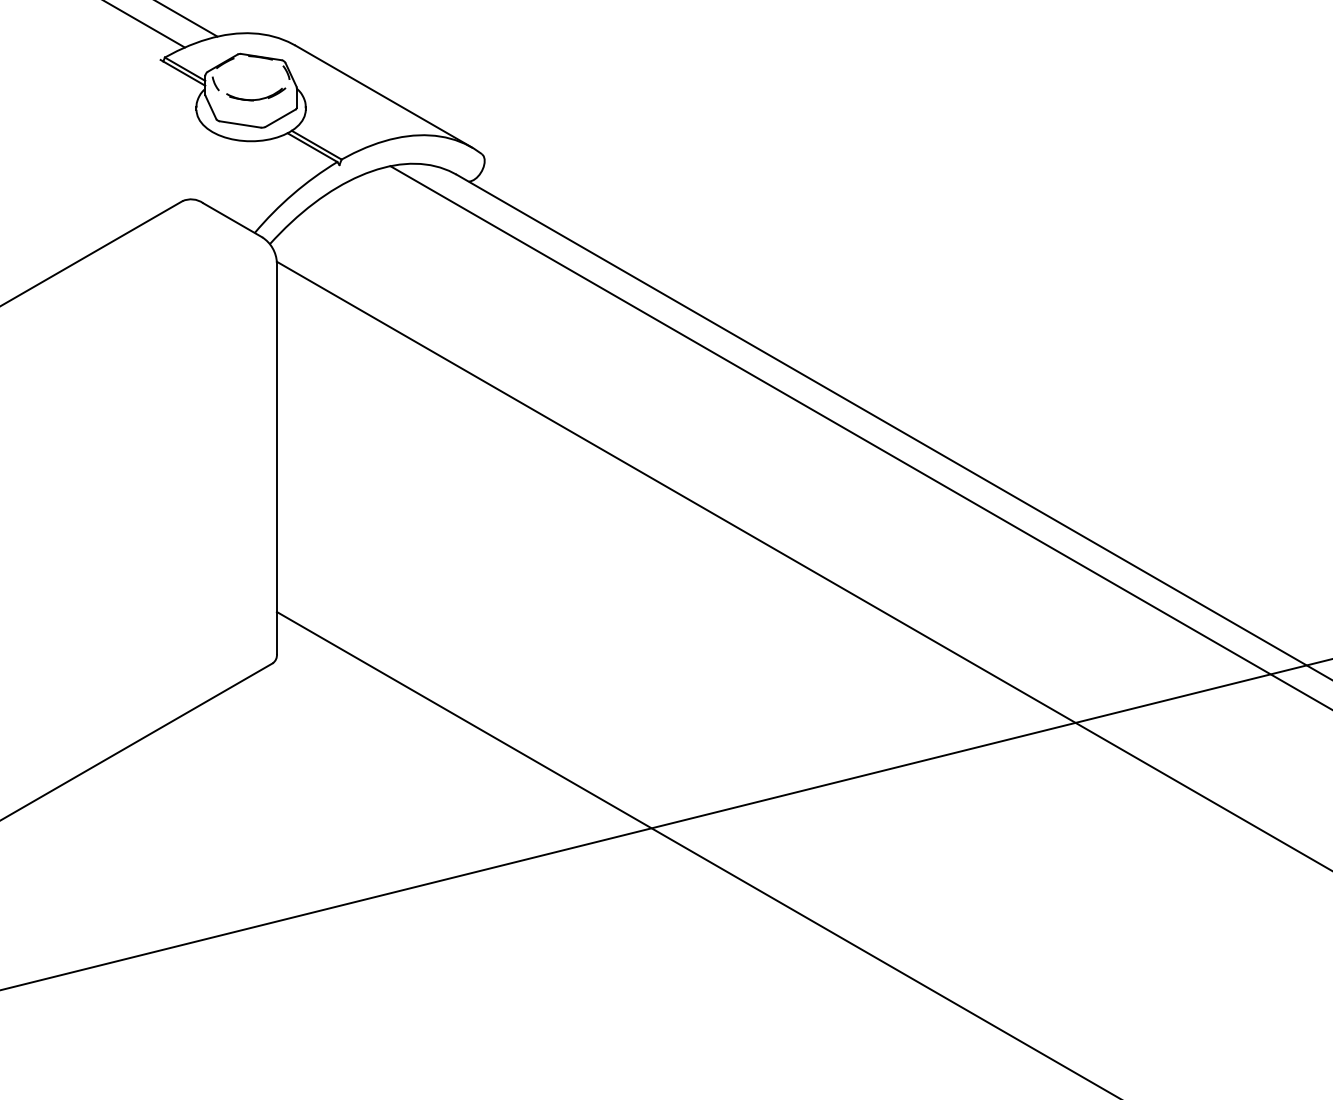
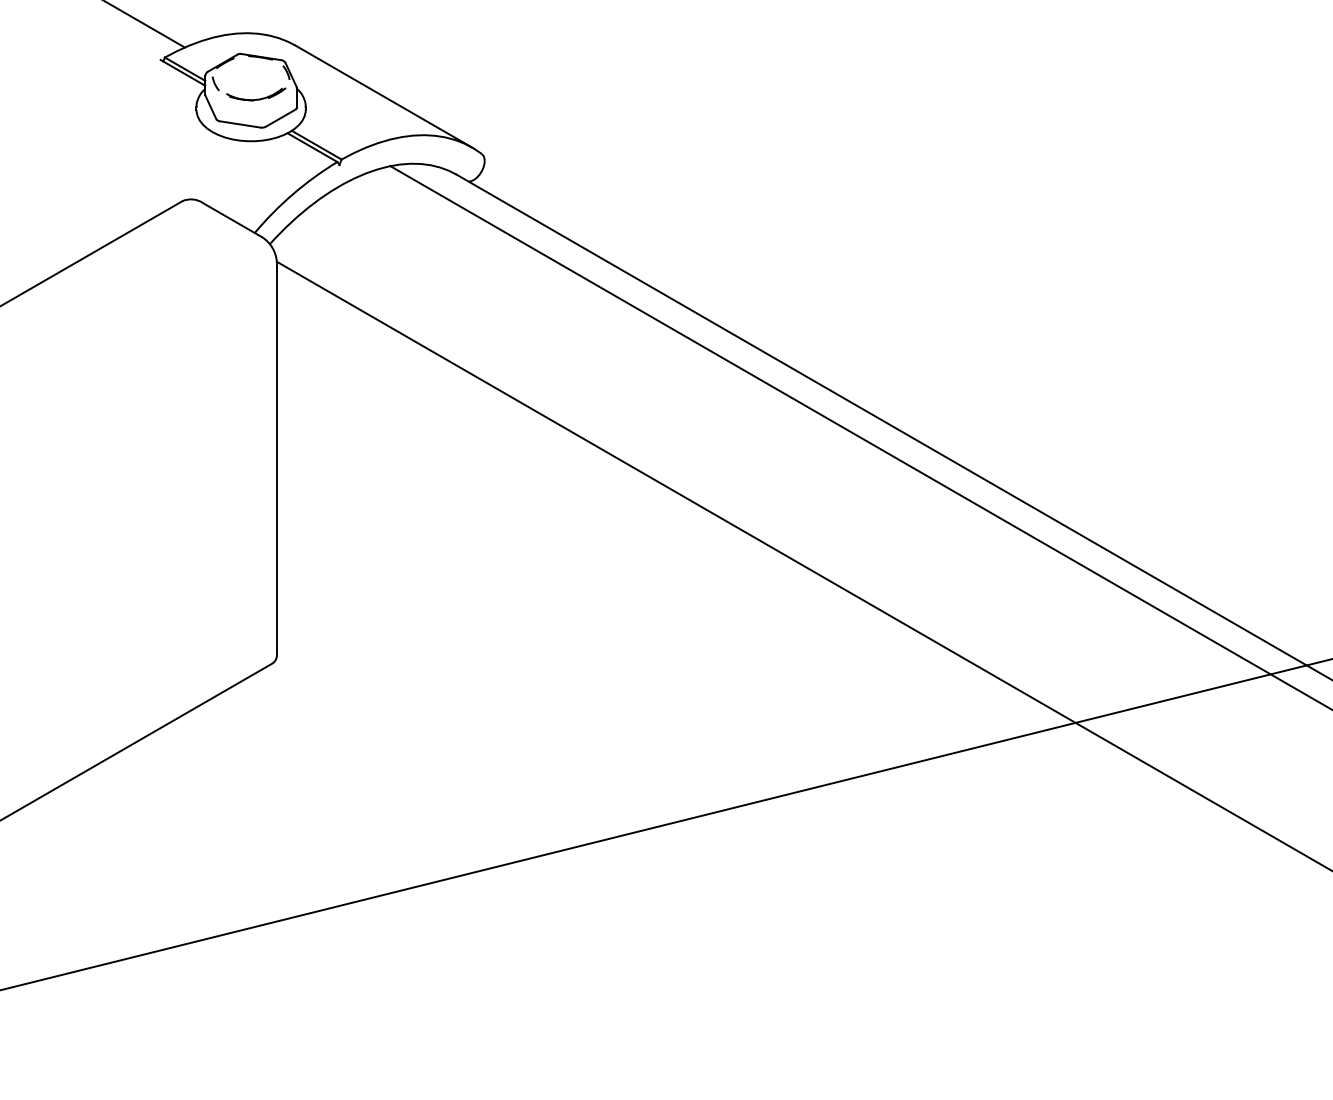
line at (187, 19): present -> none
line at (696, 853): present -> none
